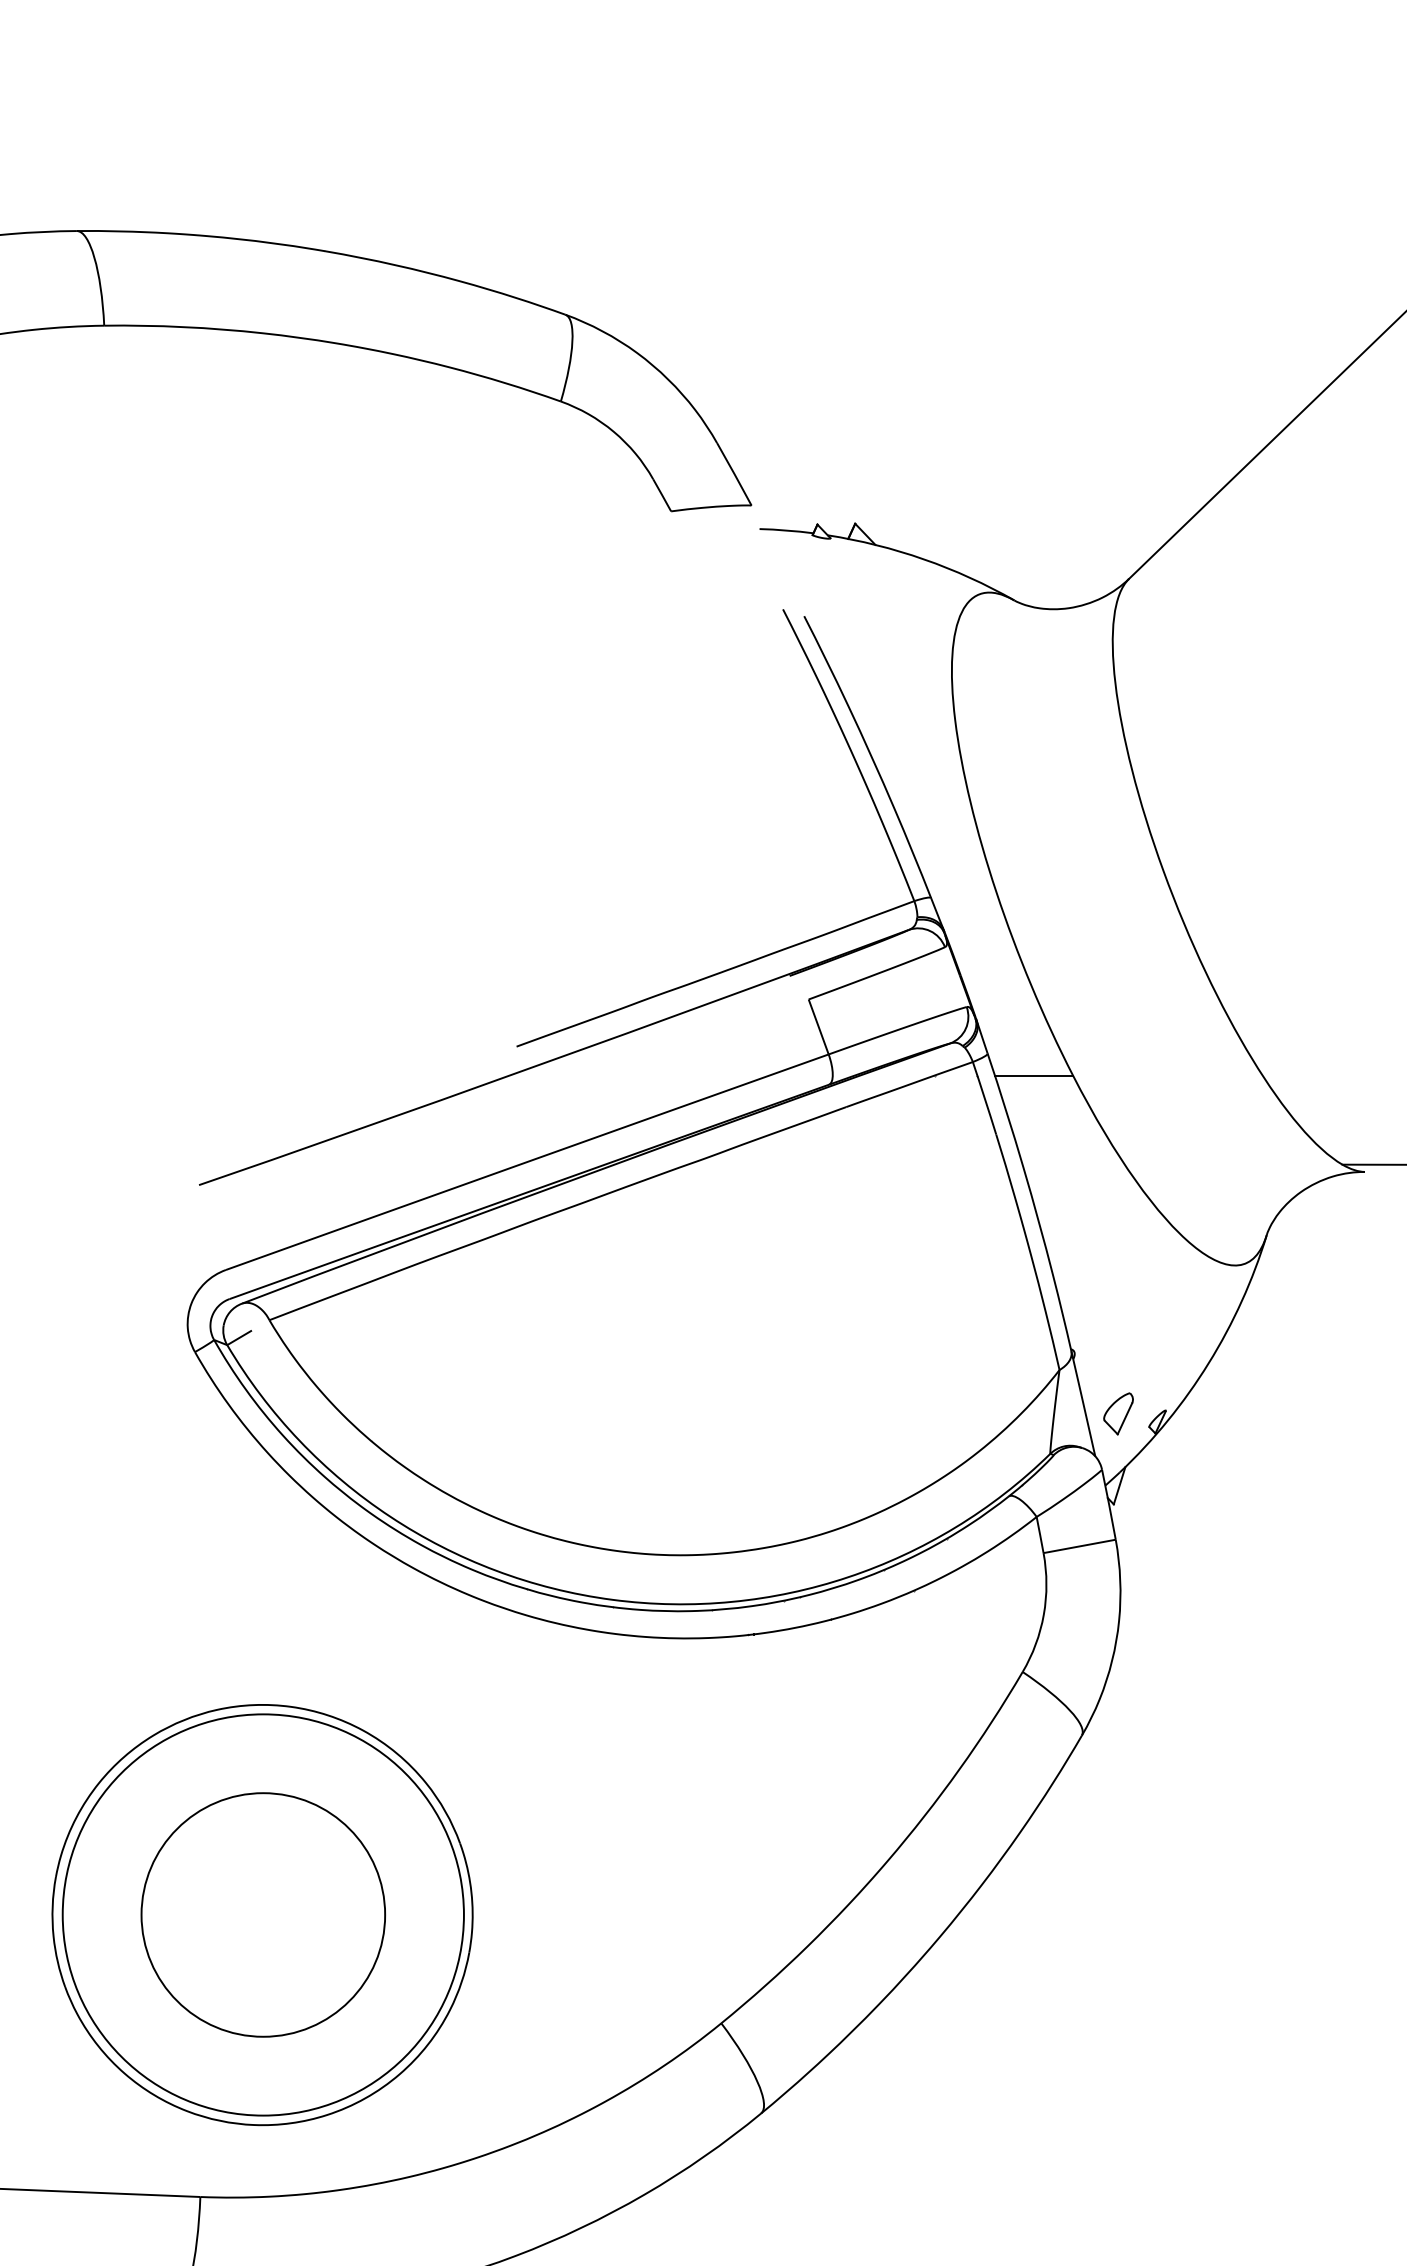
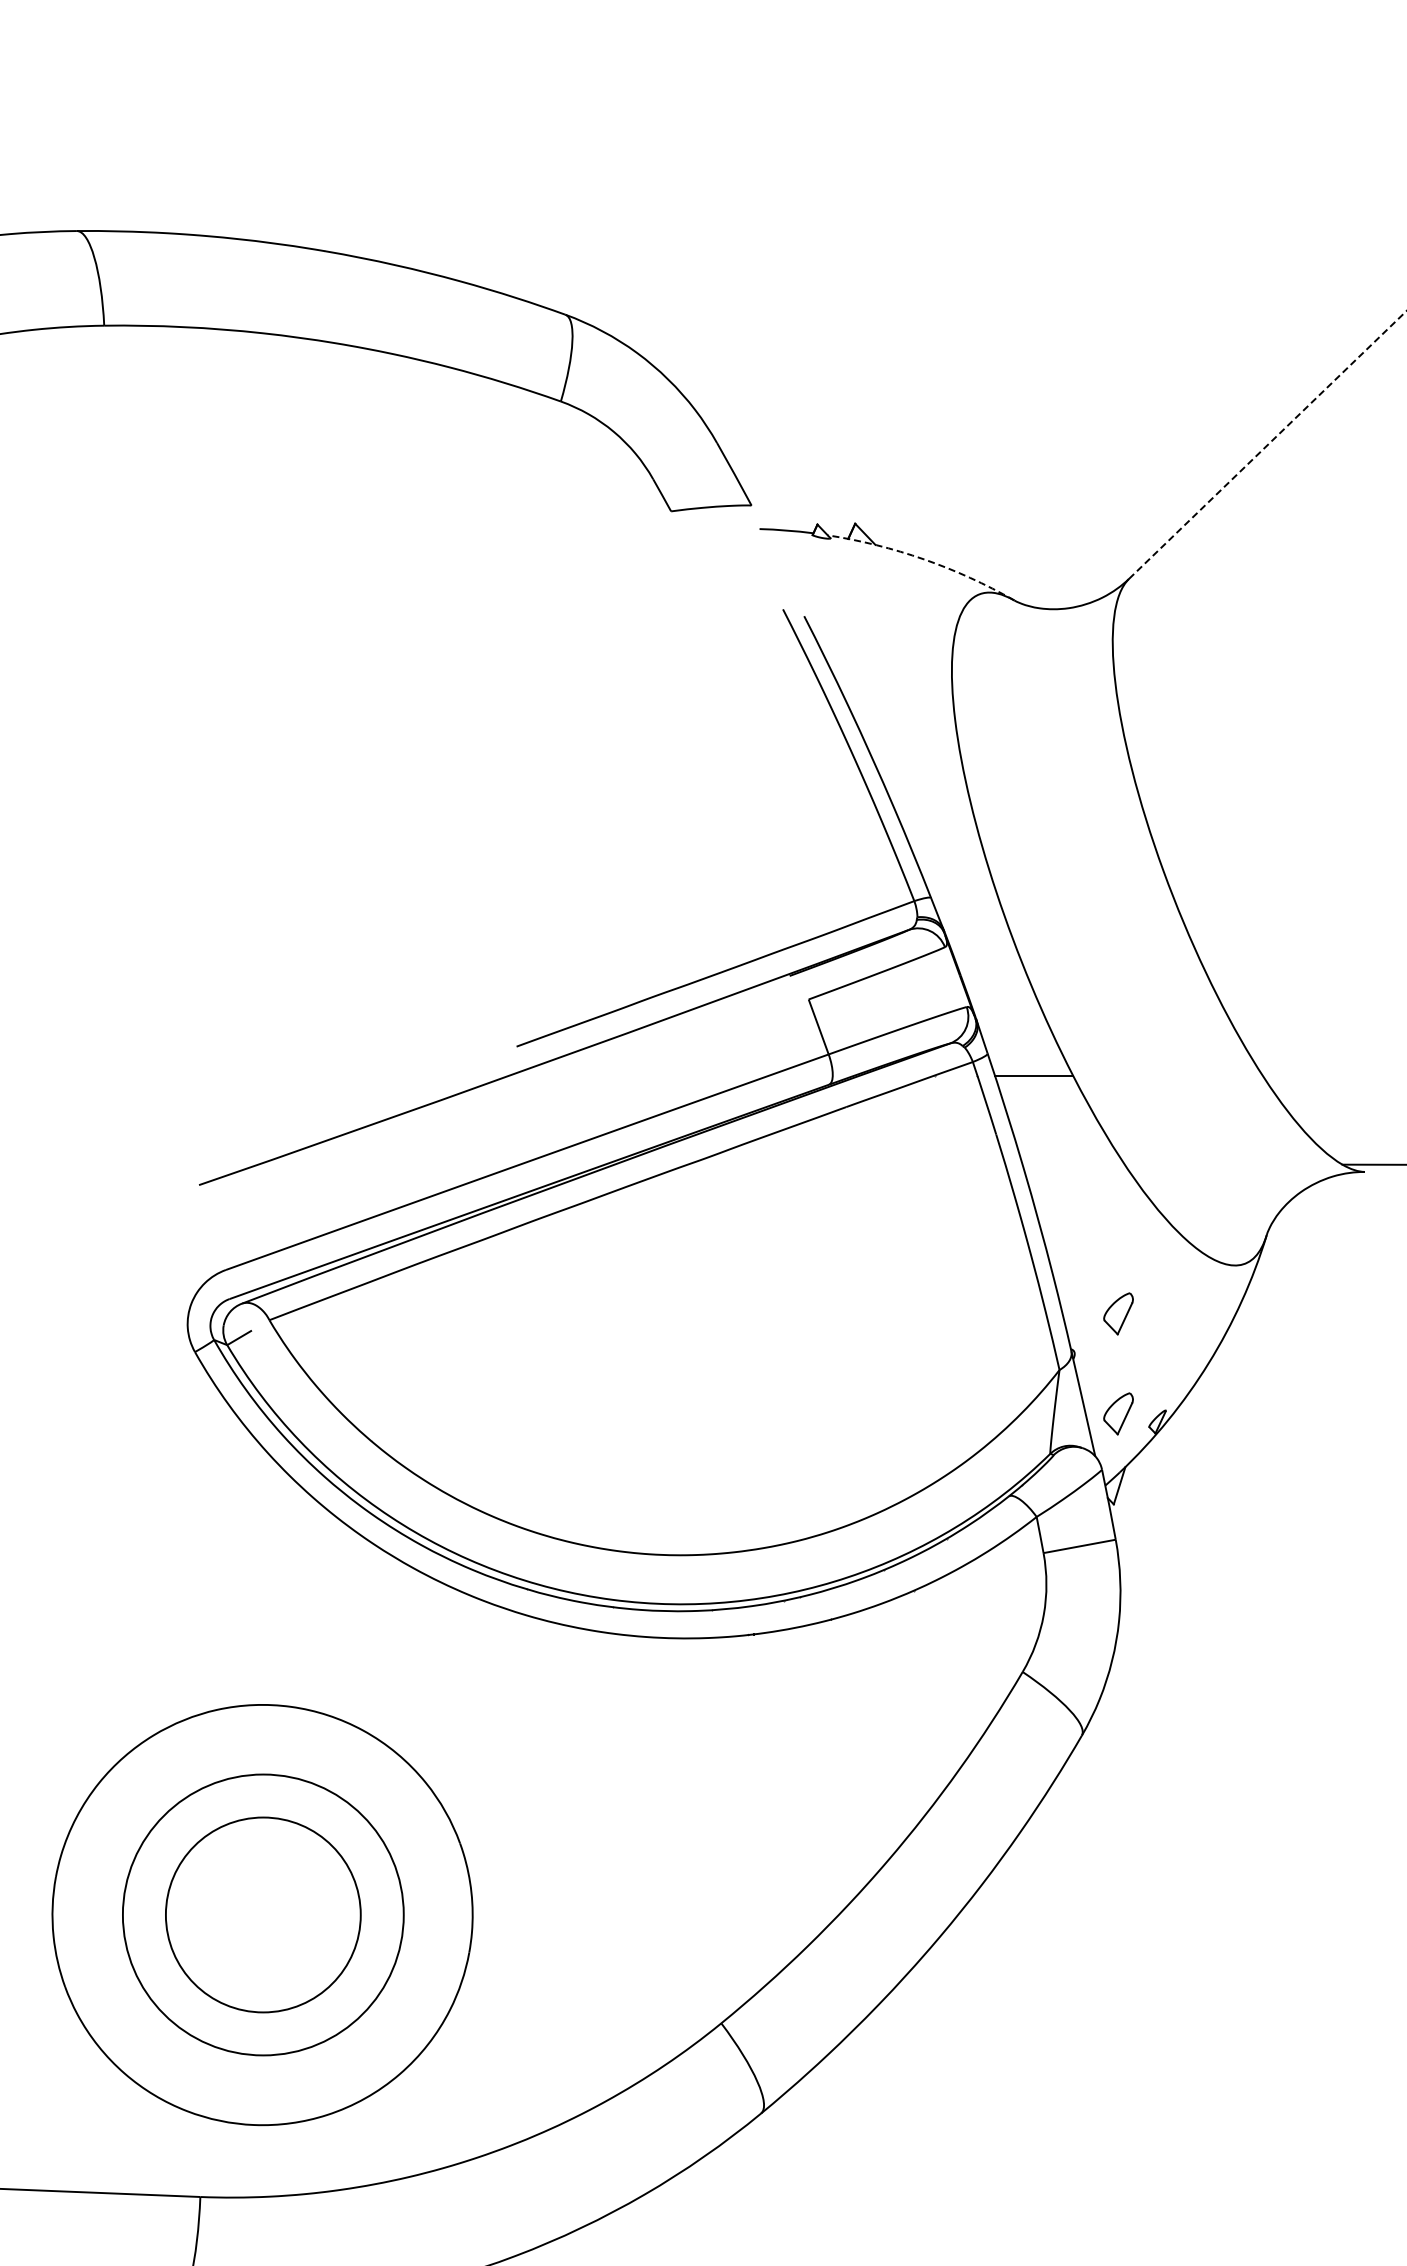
line at (1267, 444): solid -> dashed
arc at (924, 559): solid -> dashed
part at (1118, 1313): none -> present
circle at (262, 1914) diameter: 401 px -> 281 px
circle at (263, 1914) diameter: 244 px -> 195 px
